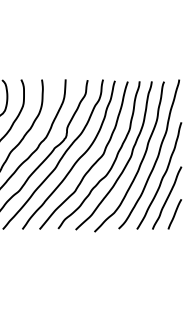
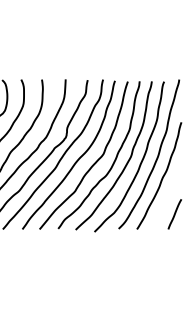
curve at (167, 197): present -> none
